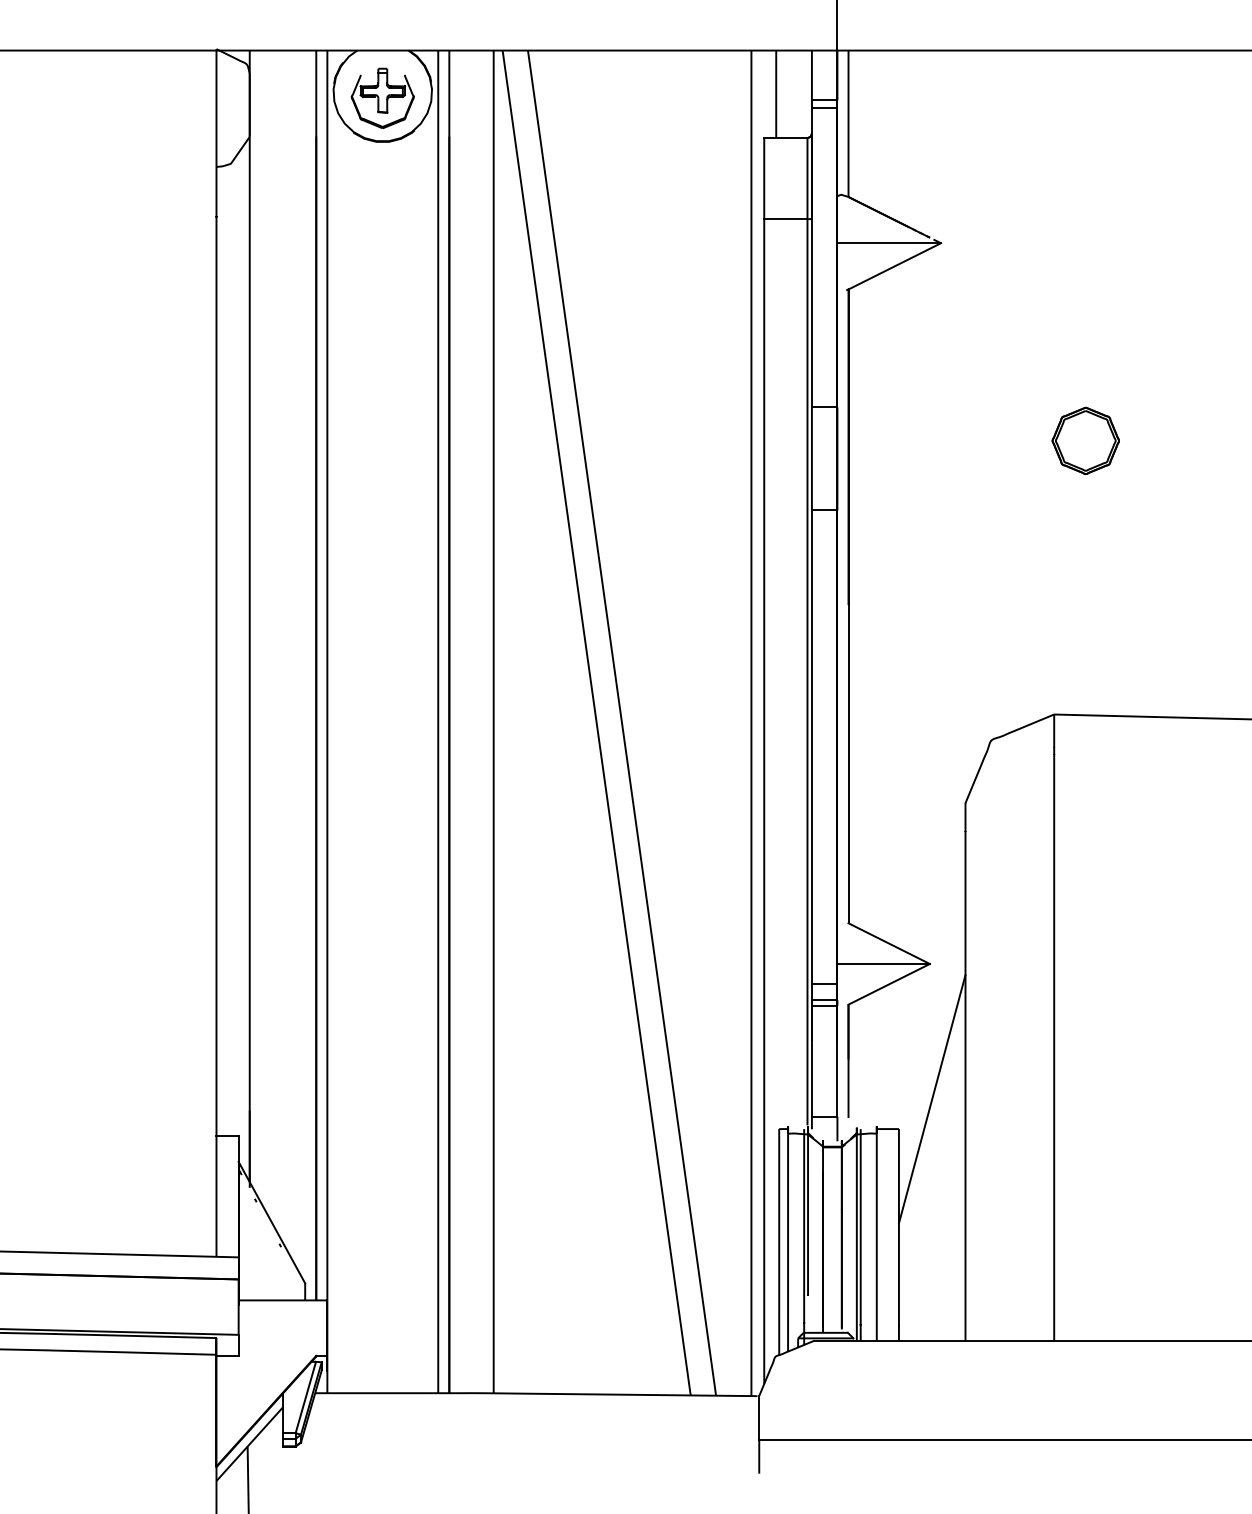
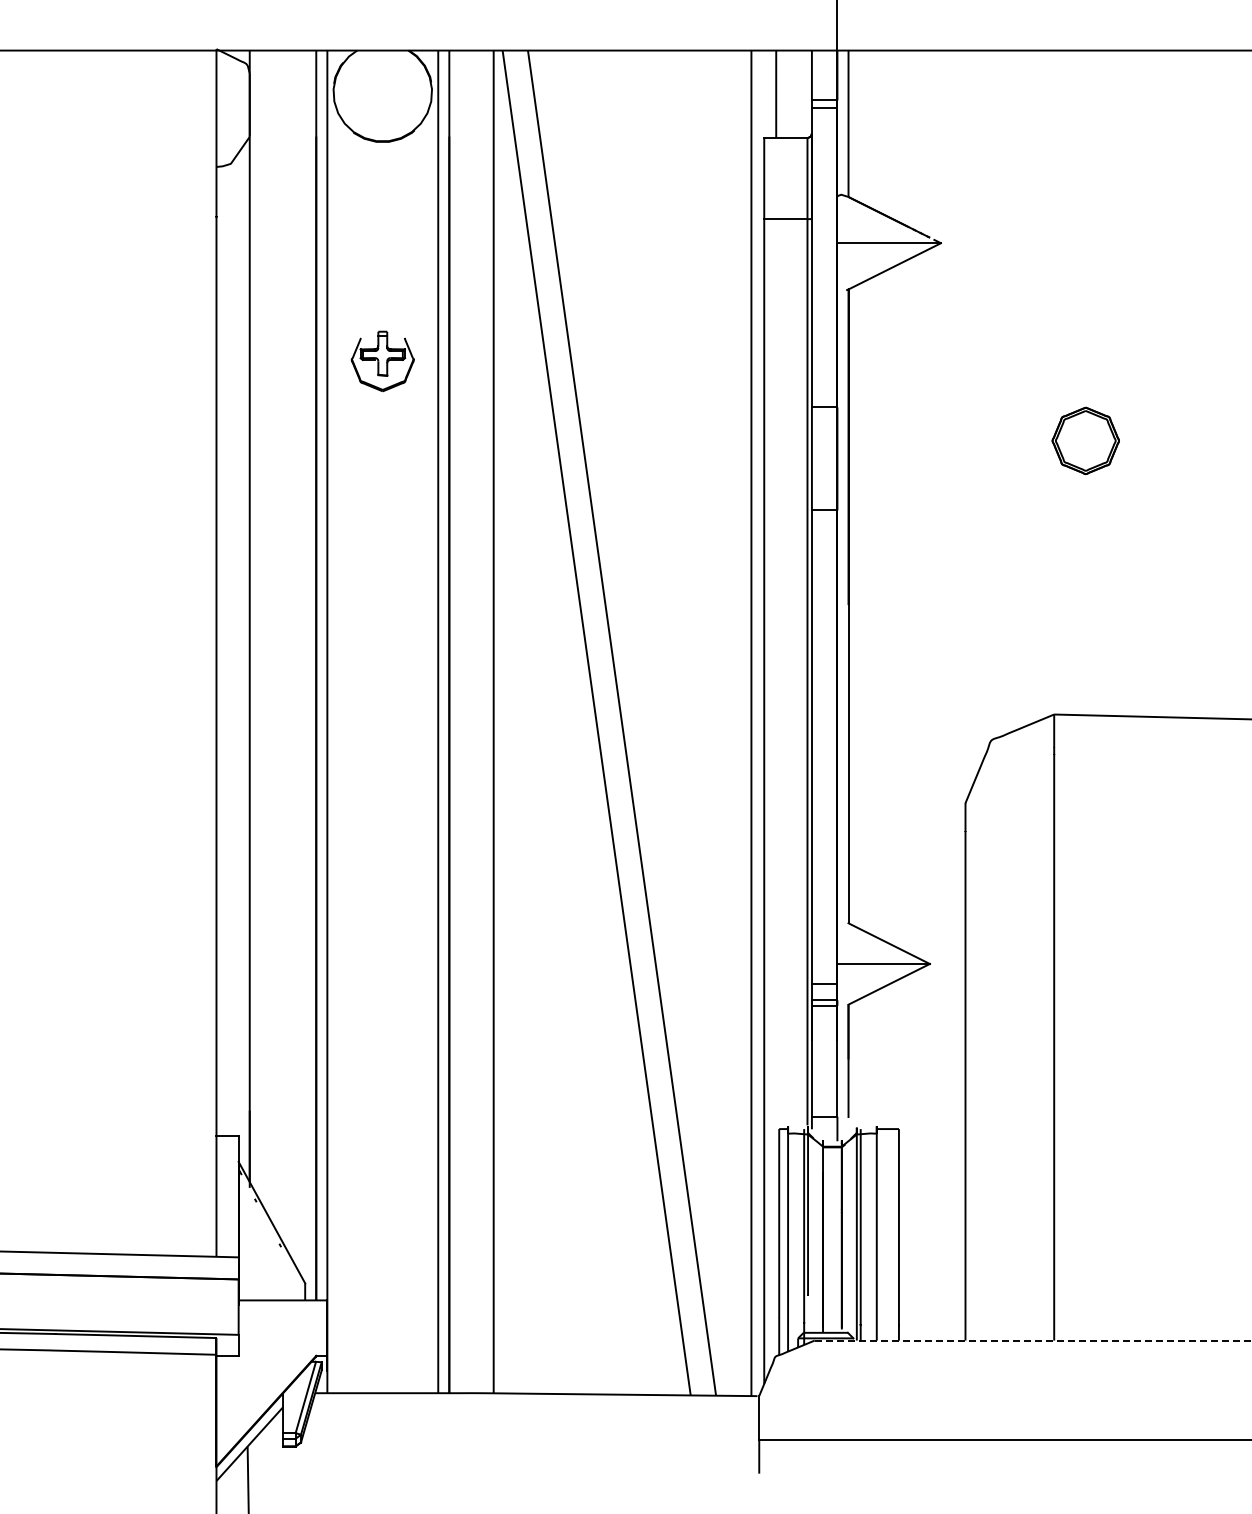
part at (382, 97) position: (382, 97) -> (382, 360)
line at (931, 1099): present -> none
line at (1033, 1340): solid -> dashed
